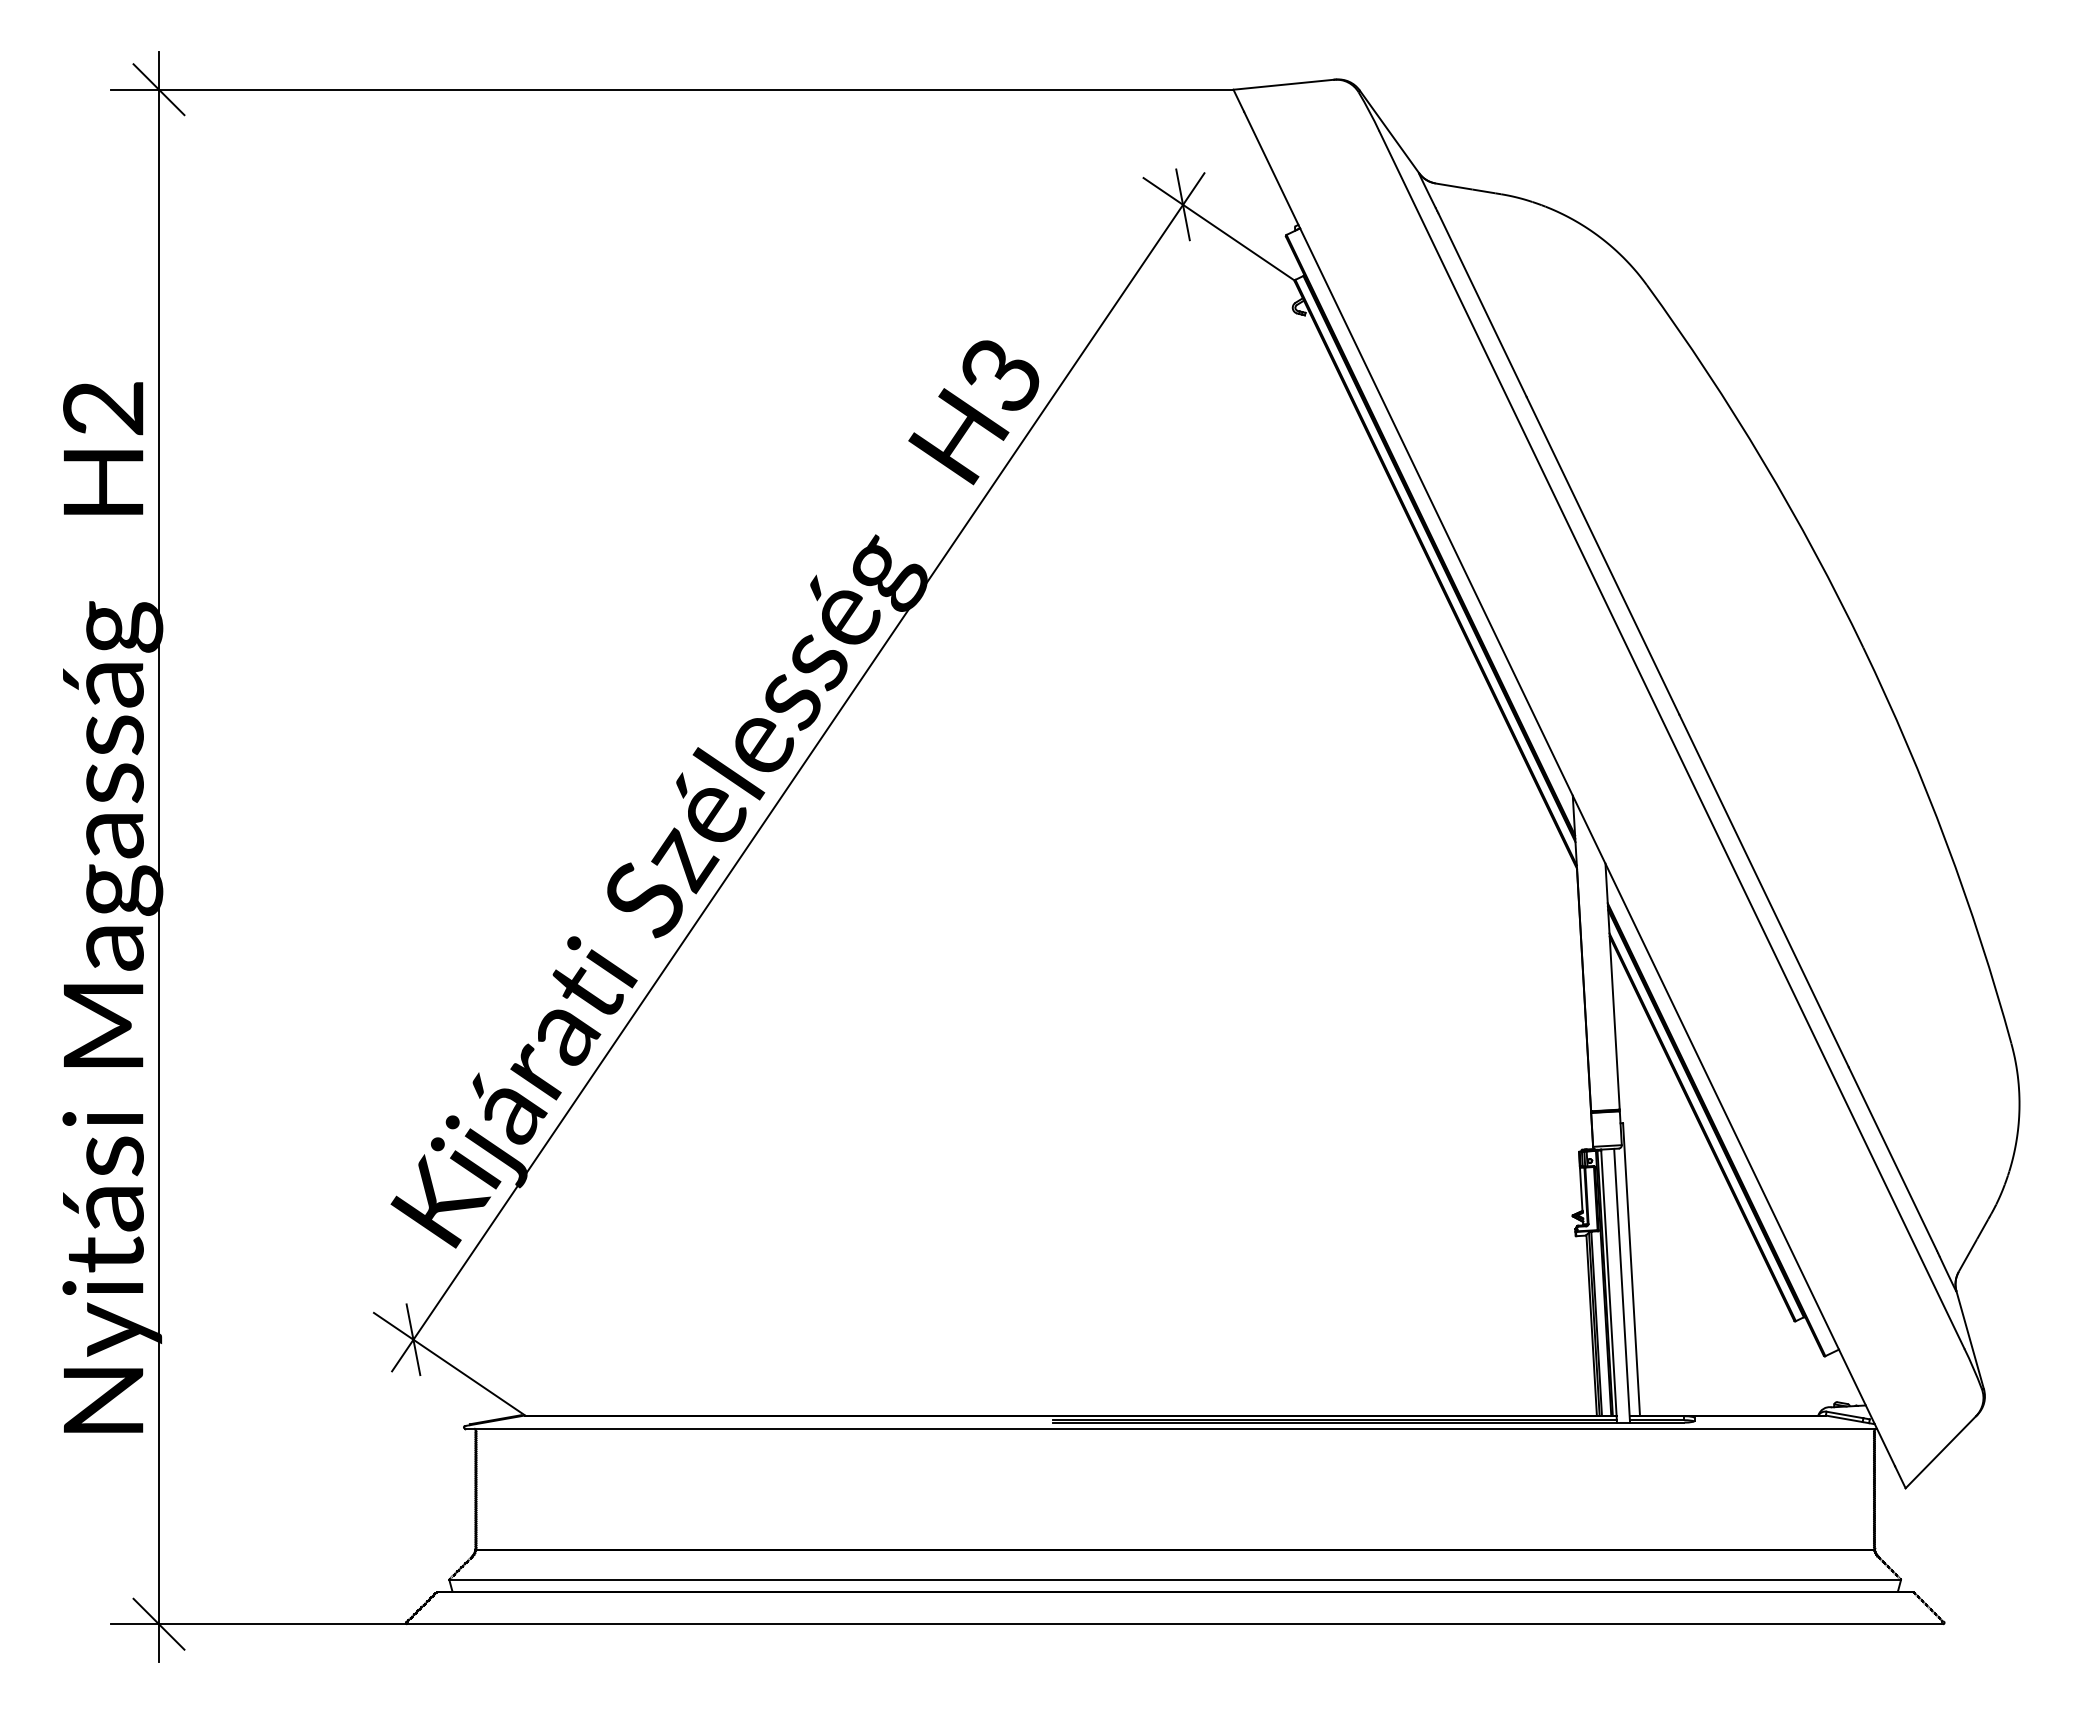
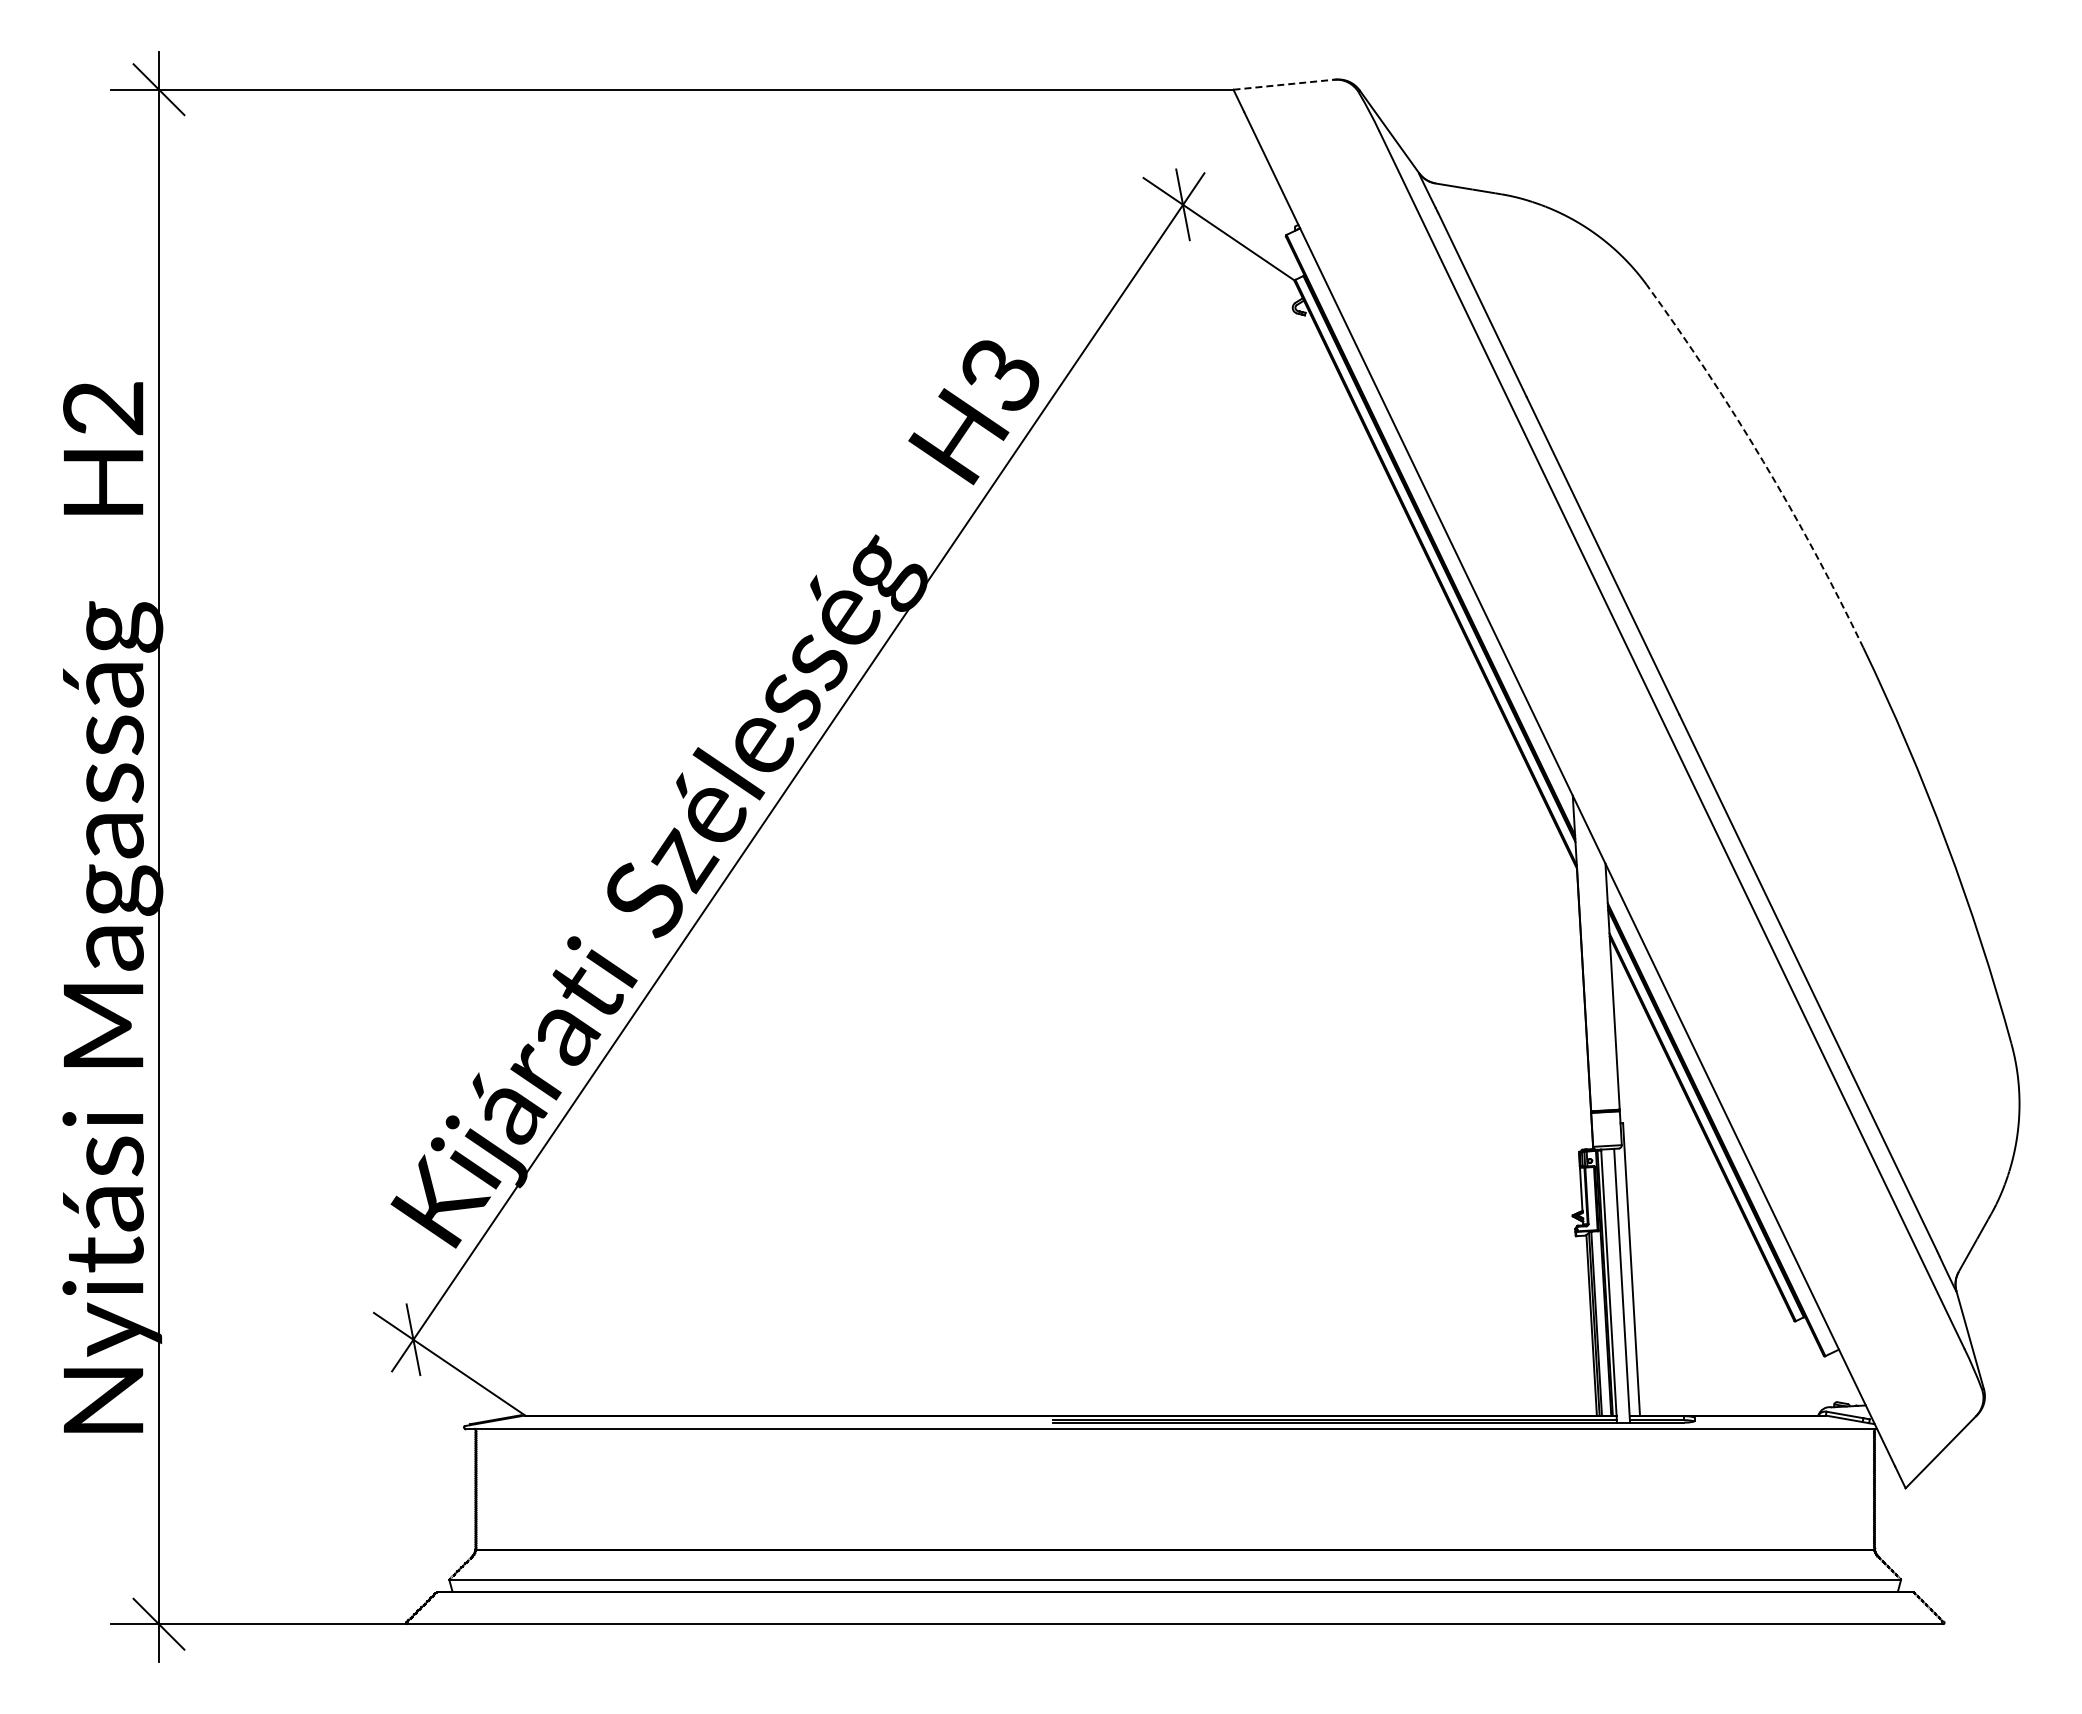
line at (1284, 84): solid -> dashed
arc at (1763, 461): solid -> dashed
